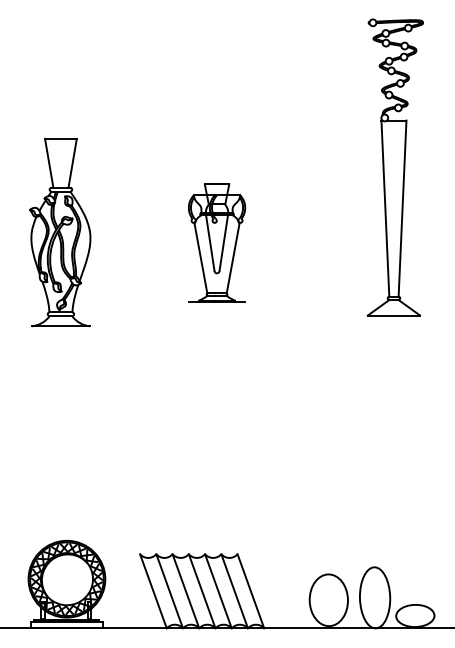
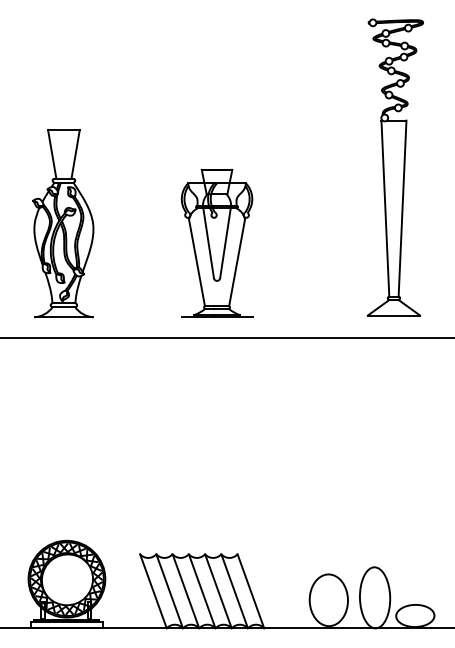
part at (60, 232) position: (60, 232) -> (63, 223)
part at (217, 242) size: 59x120 px -> 74x150 px
line at (226, 337): none -> present
